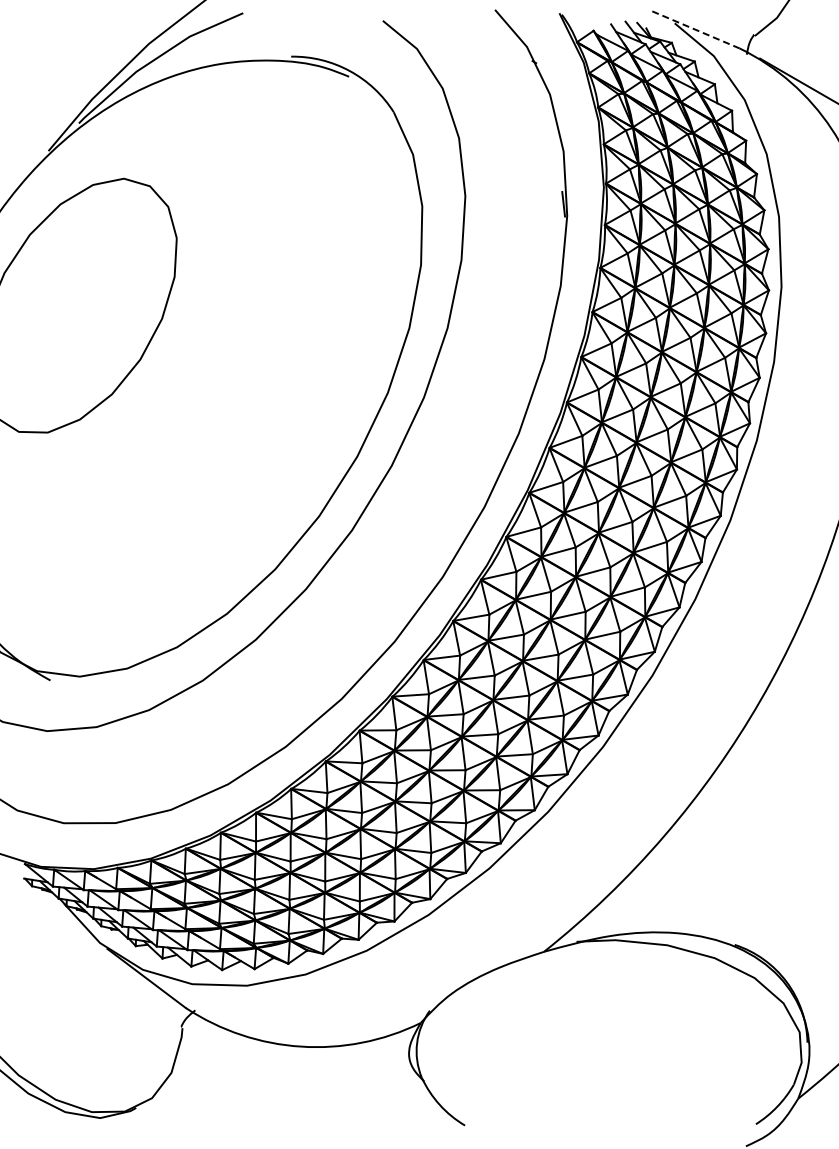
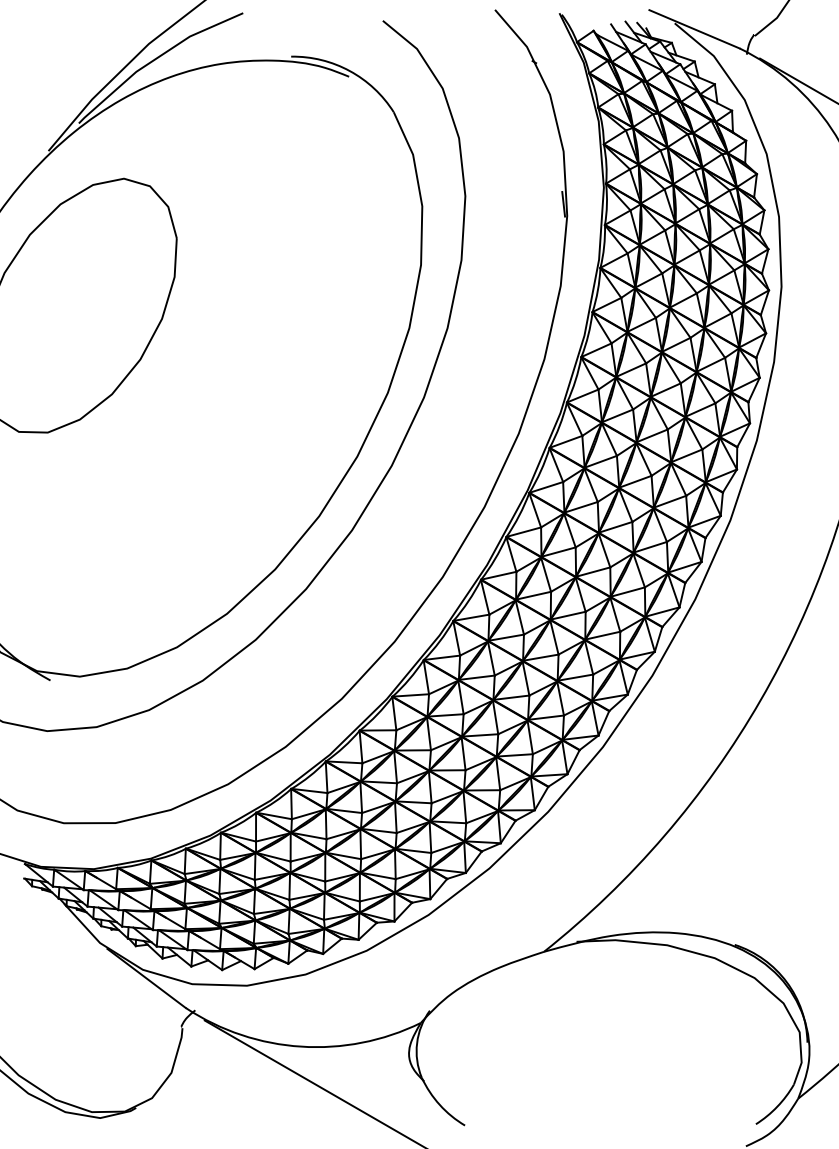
line at (694, 29): dashed -> solid
line at (312, 1082): none -> present
